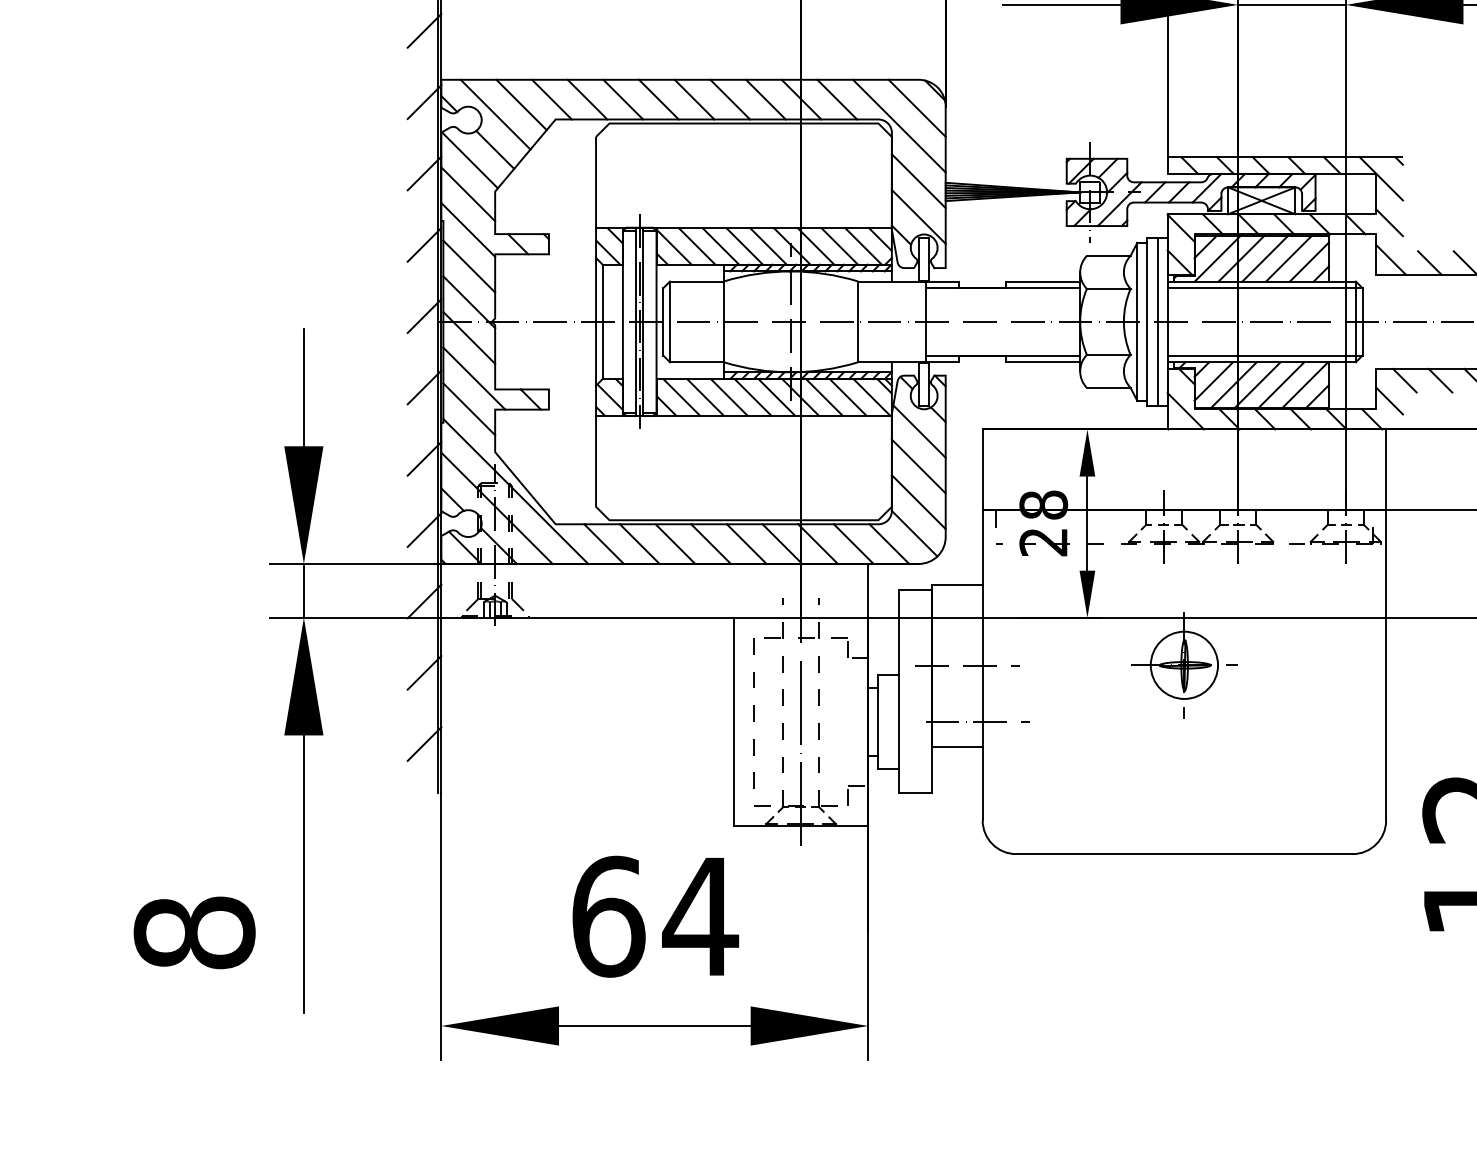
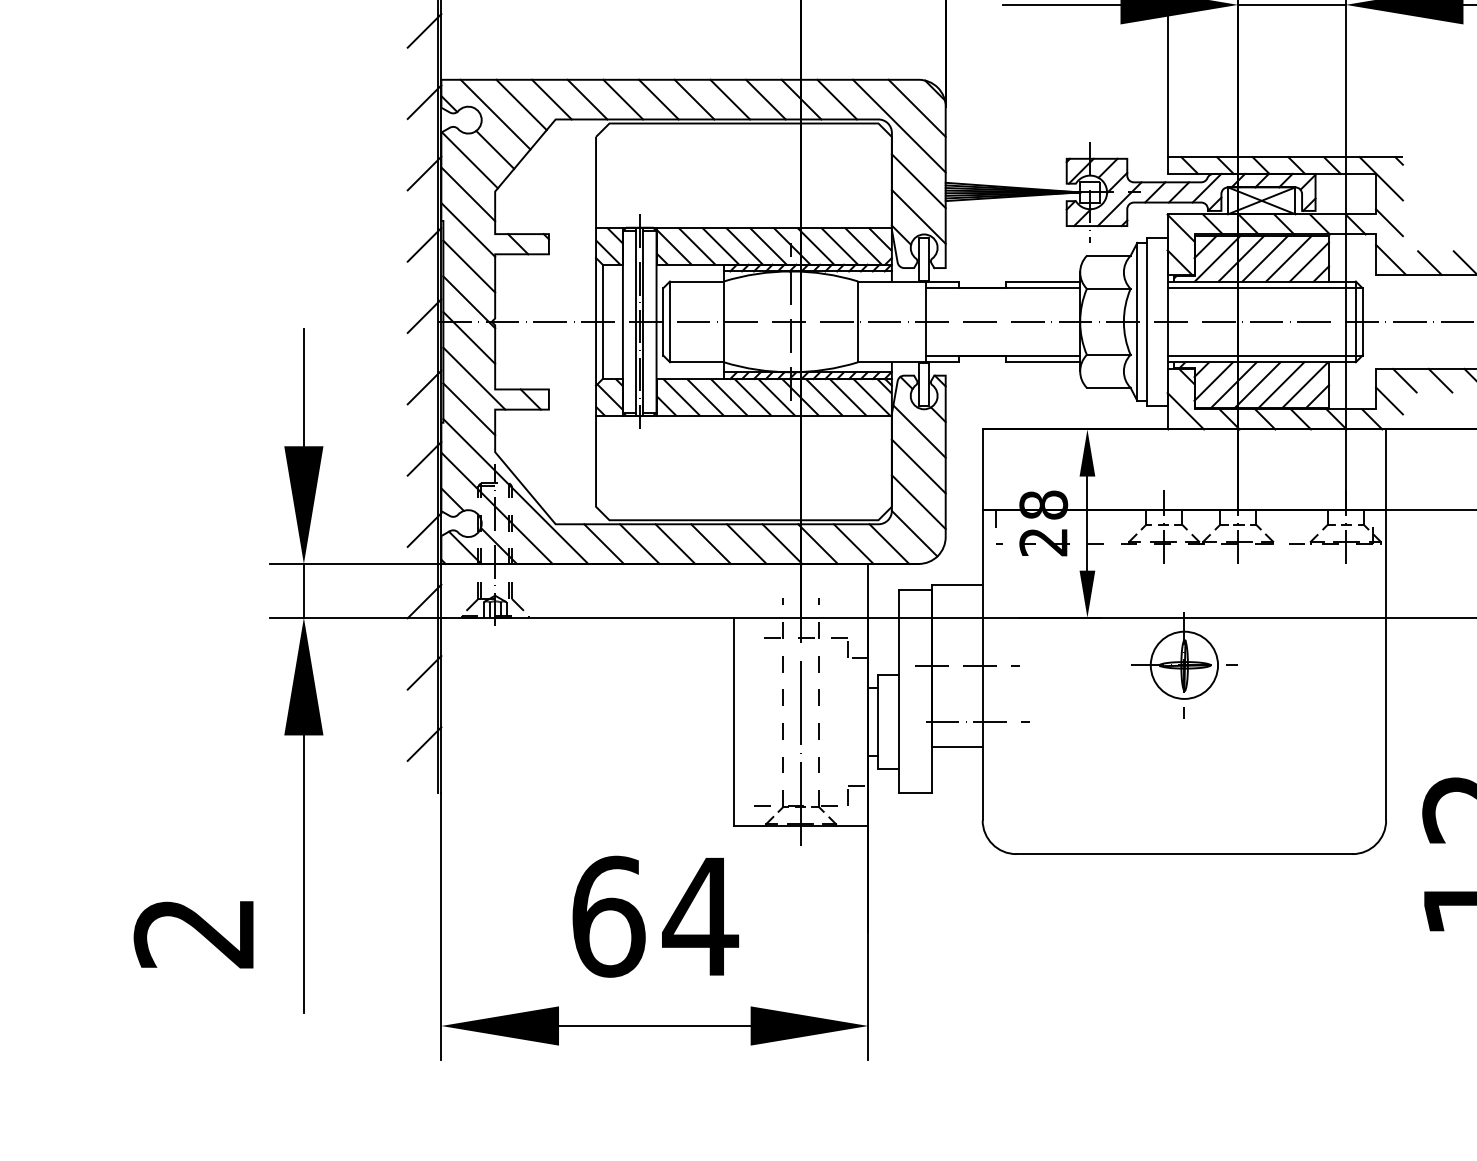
line at (1157, 321): present -> none
line at (753, 713): present -> none
text at (194, 932): 8 -> 2
